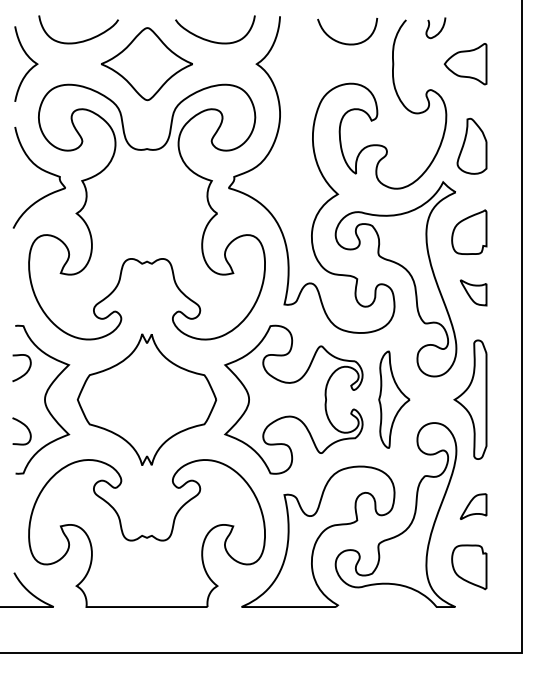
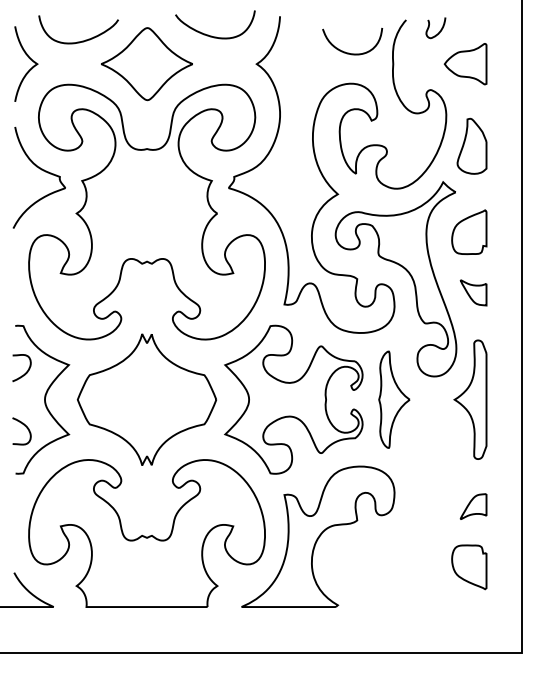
curve at (211, 40) position: (211, 40) -> (211, 35)
curve at (344, 42) position: (344, 42) -> (349, 52)
part at (410, 522): present -> none
